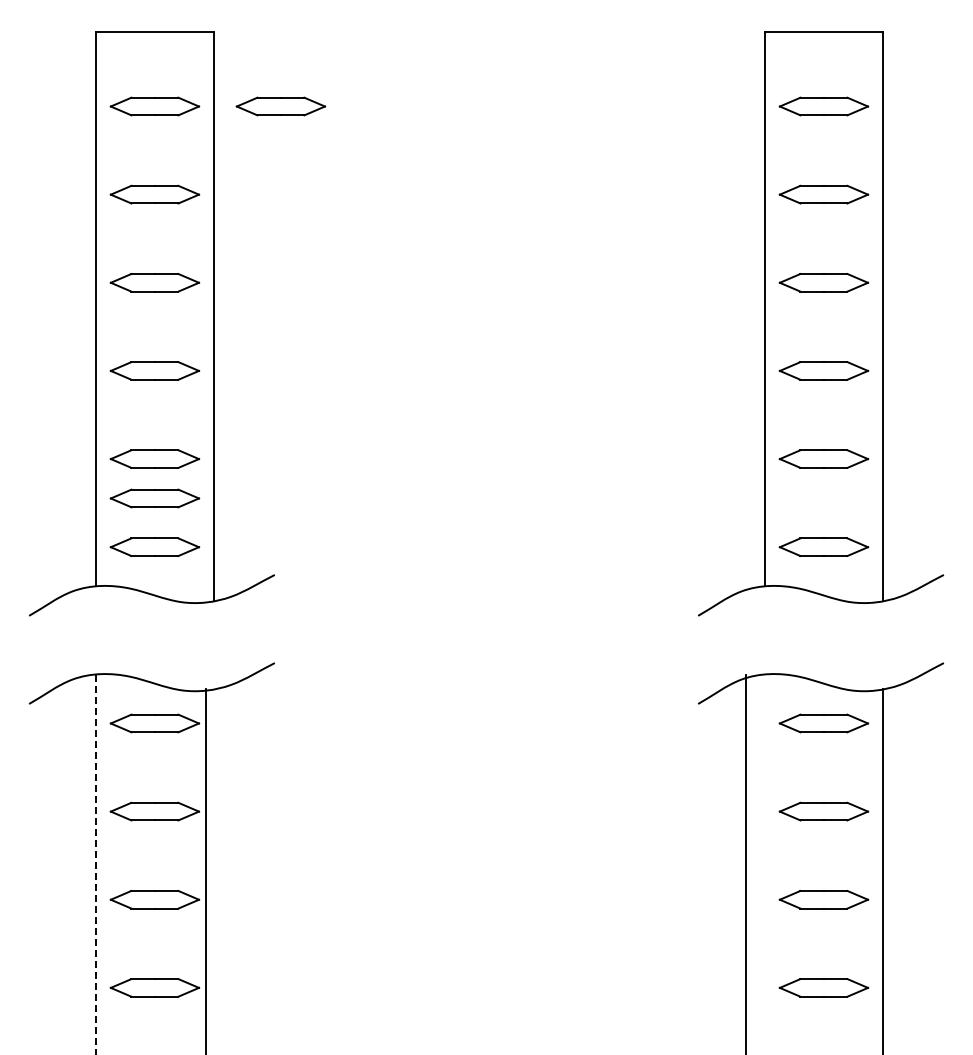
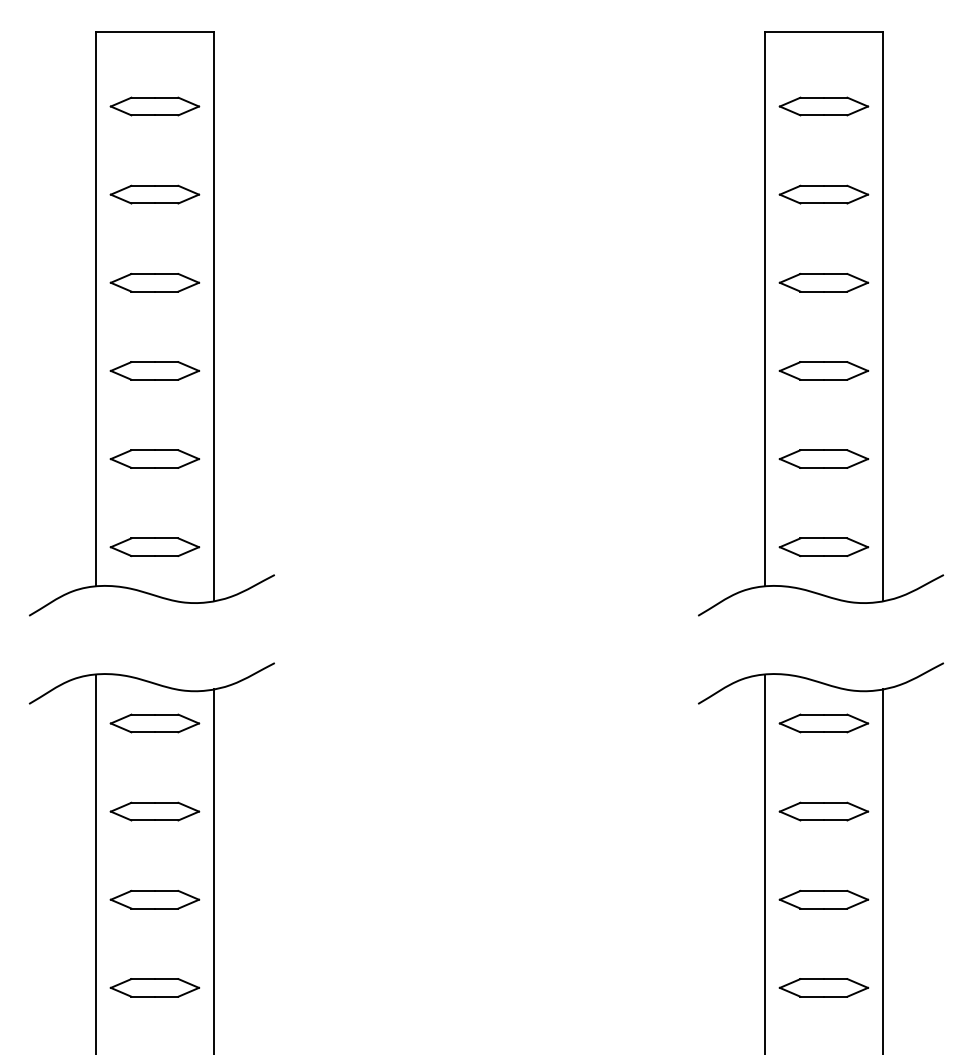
part at (280, 106): present -> none
part at (154, 498): present -> none
line at (746, 862) position: (746, 862) -> (765, 862)
line at (96, 864): dashed -> solid
line at (205, 870) position: (205, 870) -> (213, 870)
